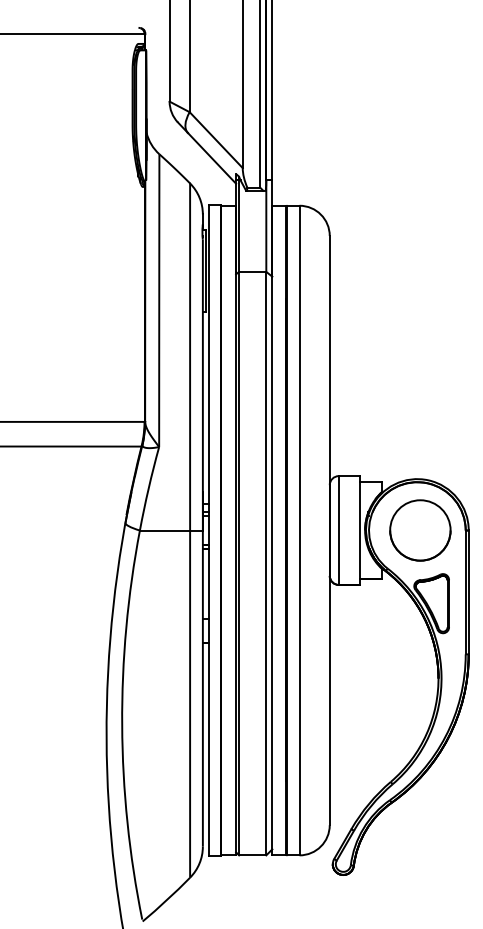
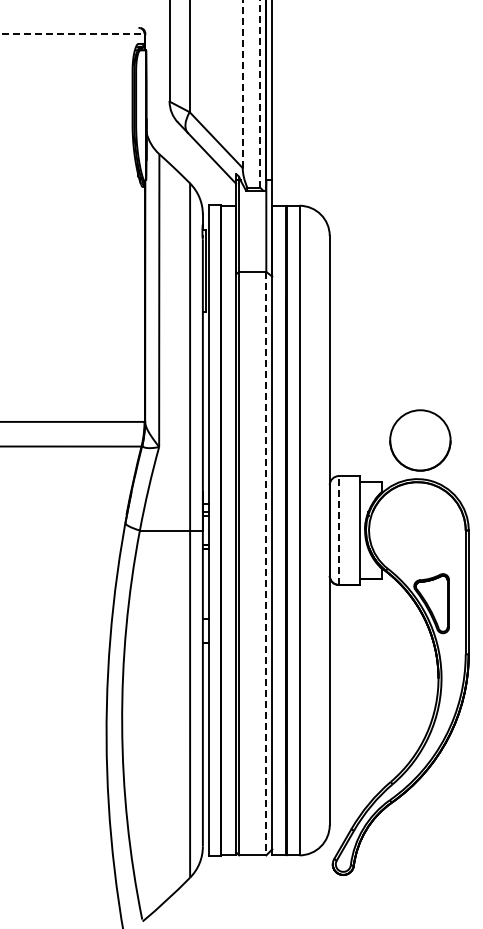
line at (72, 33): solid -> dashed
line at (242, 84): solid -> dashed
line at (260, 93): solid -> dashed
line at (338, 530): solid -> dashed
circle at (420, 530) position: (420, 530) -> (420, 440)
line at (266, 563): solid -> dashed
